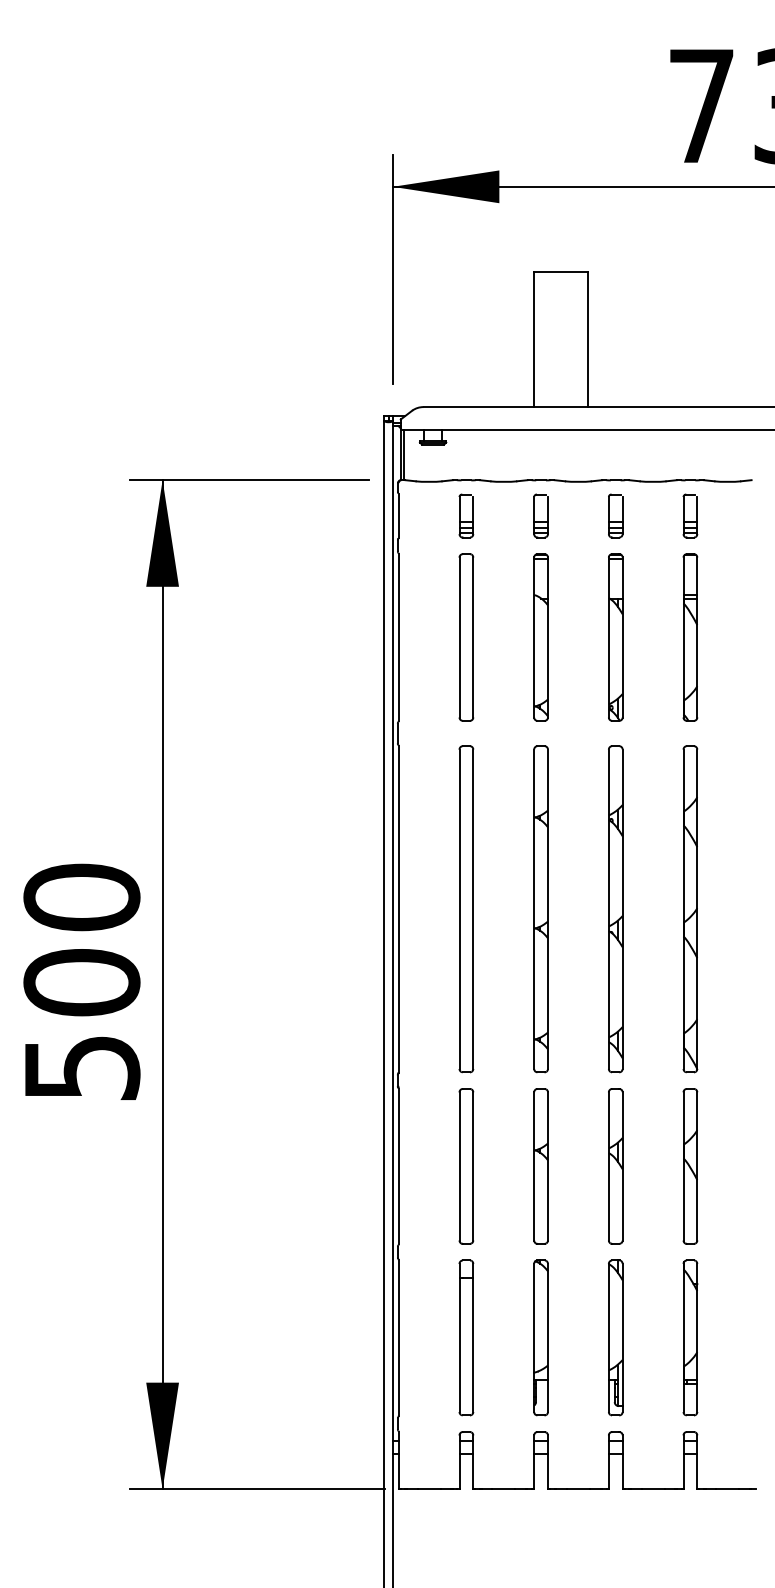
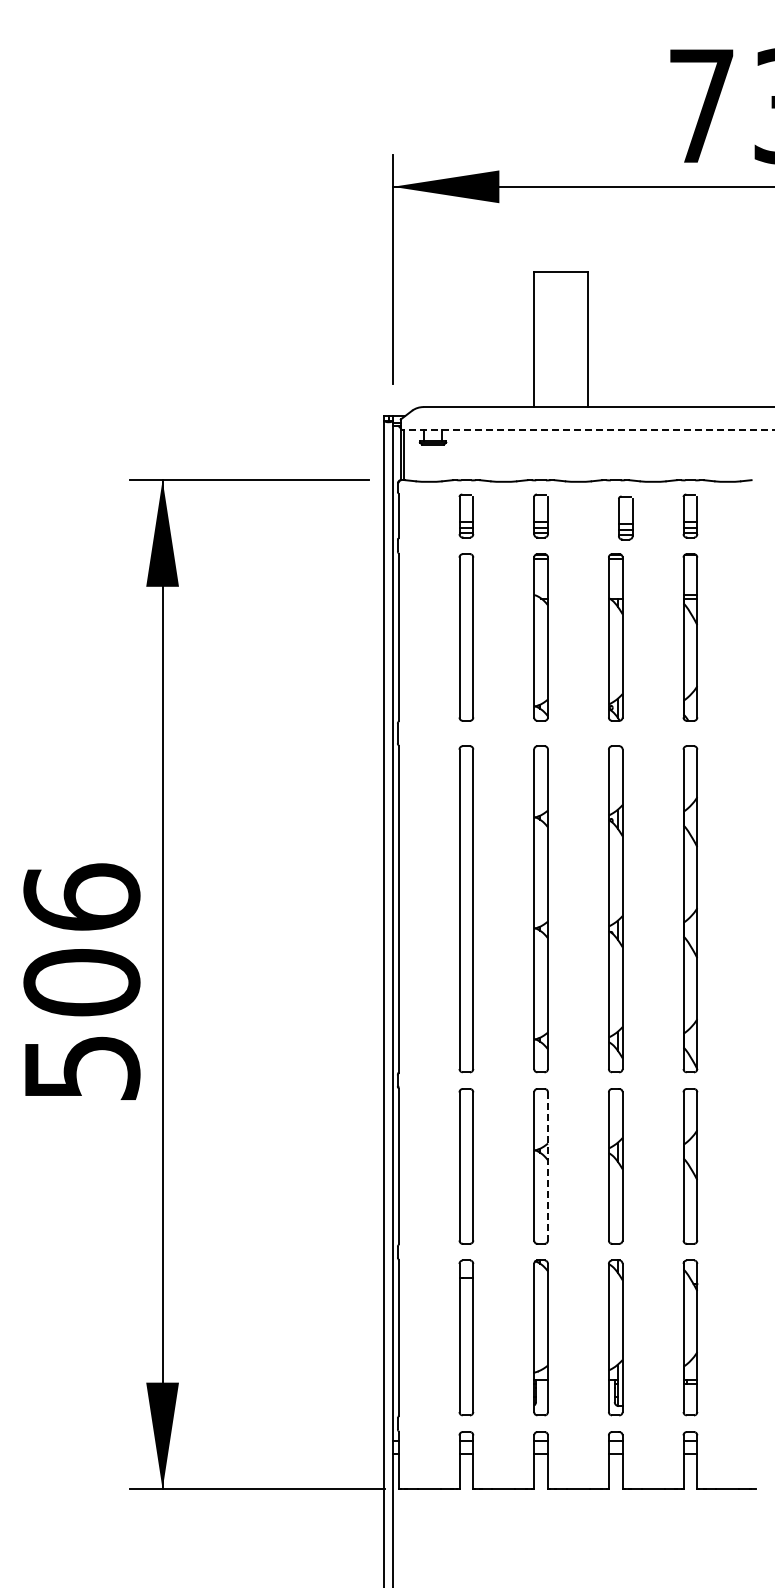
line at (587, 430): solid -> dashed
part at (615, 515) position: (615, 515) -> (625, 517)
text at (81, 897): 500 -> 506
line at (547, 1166): solid -> dashed
